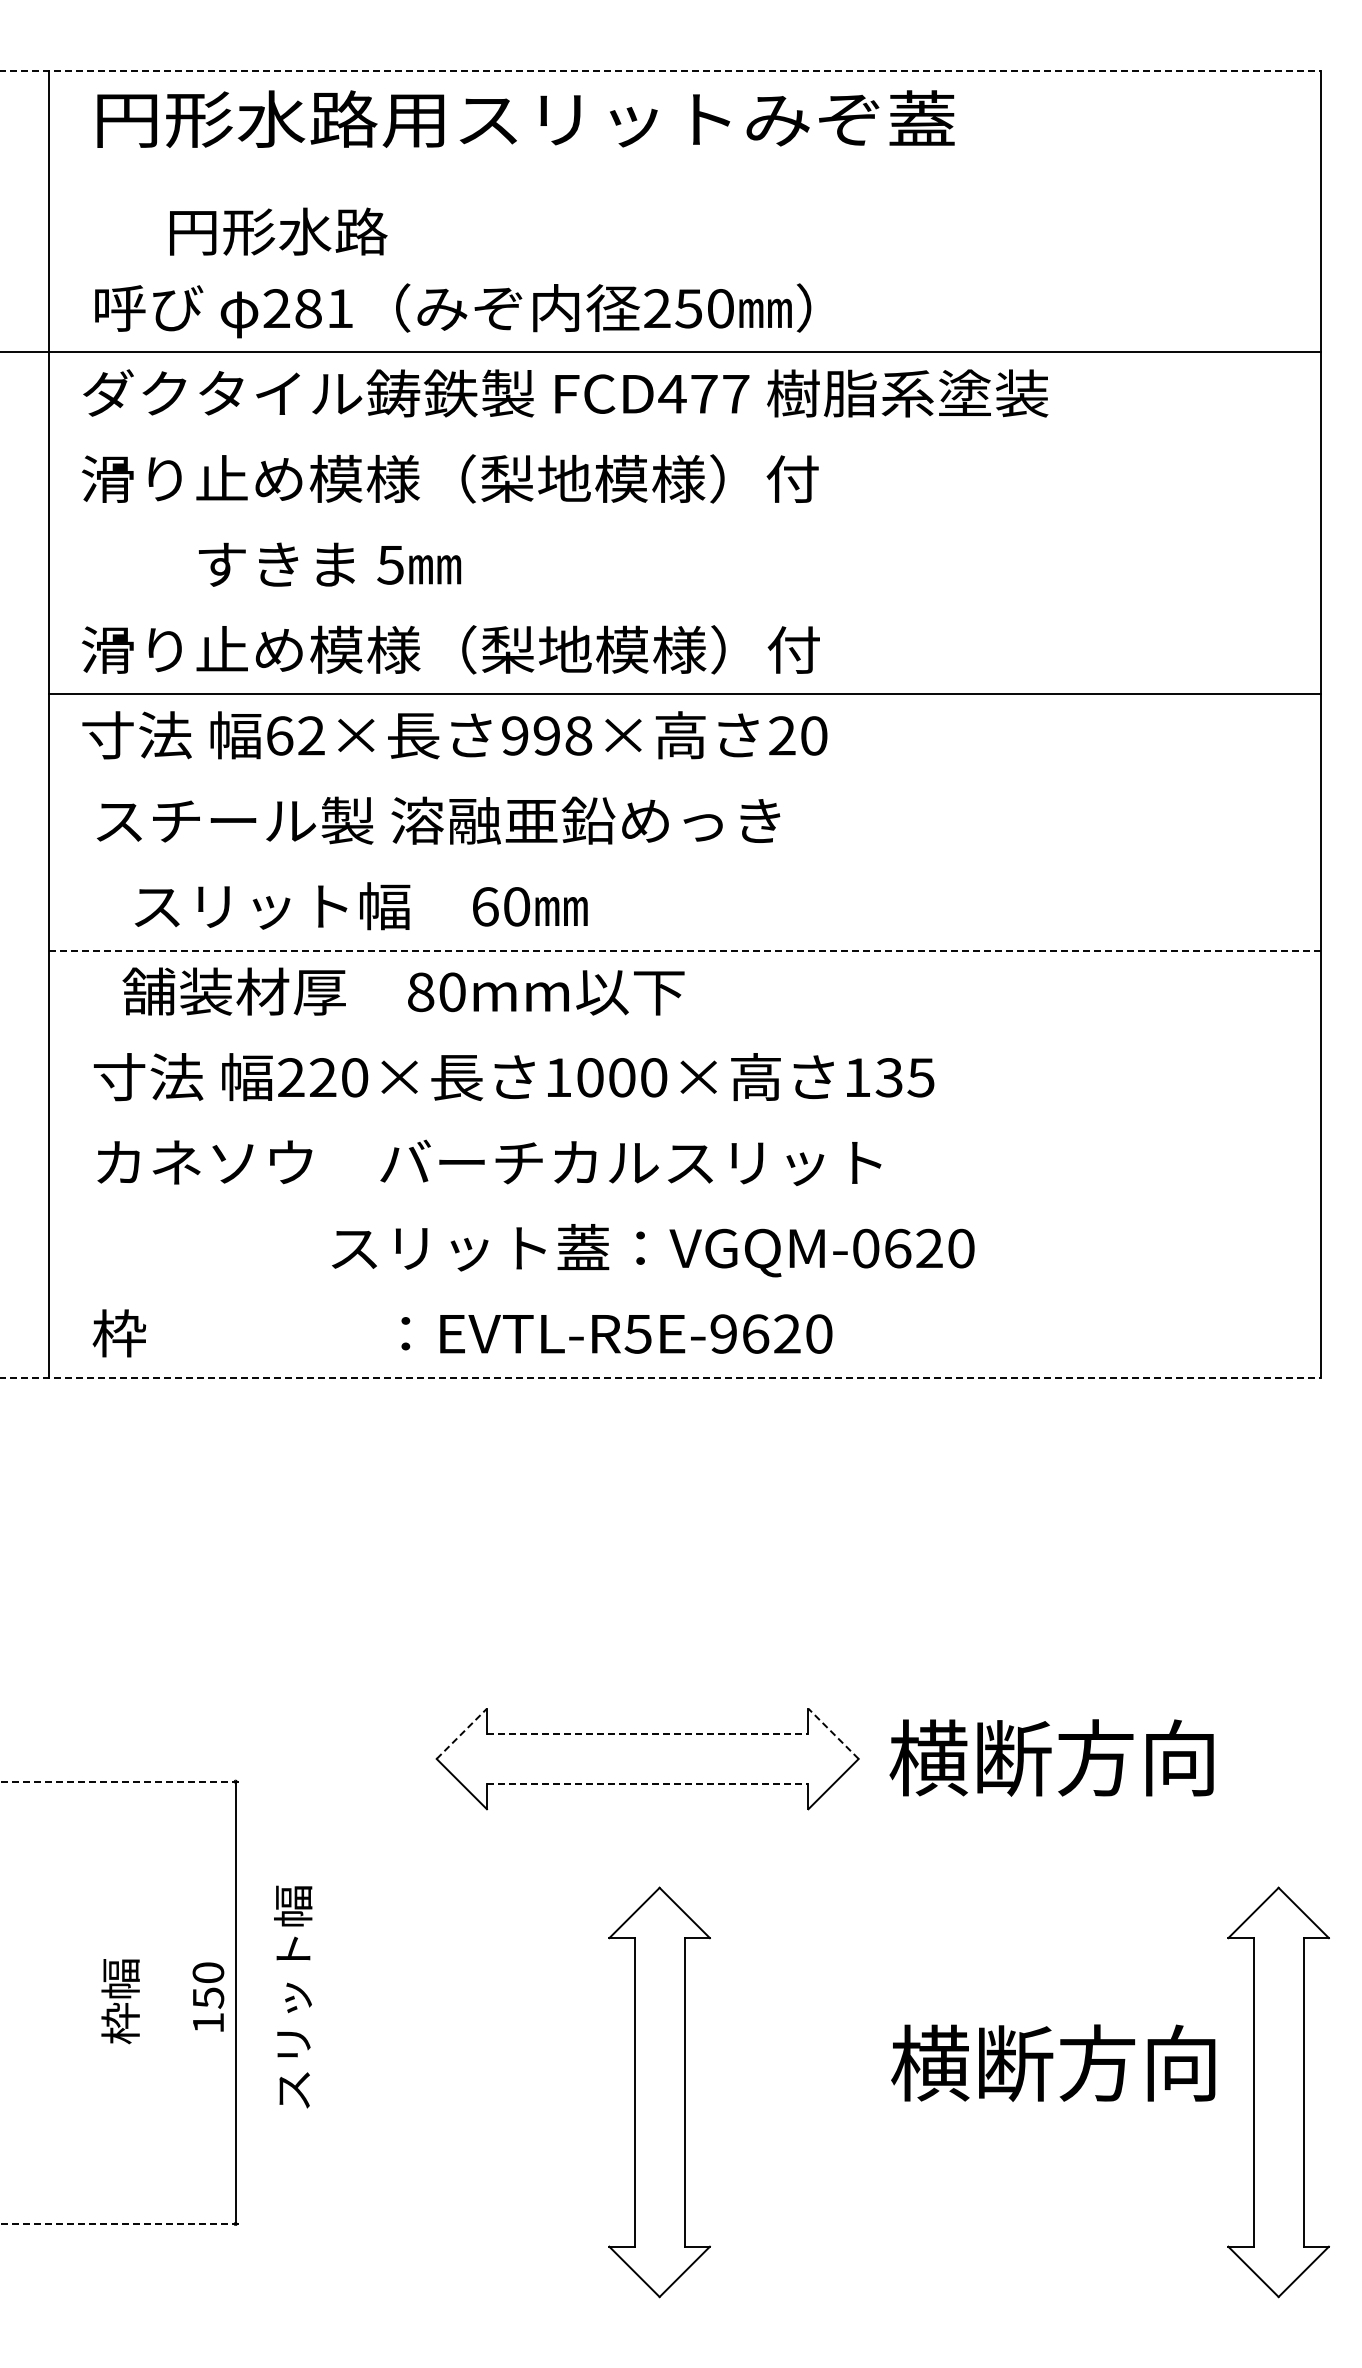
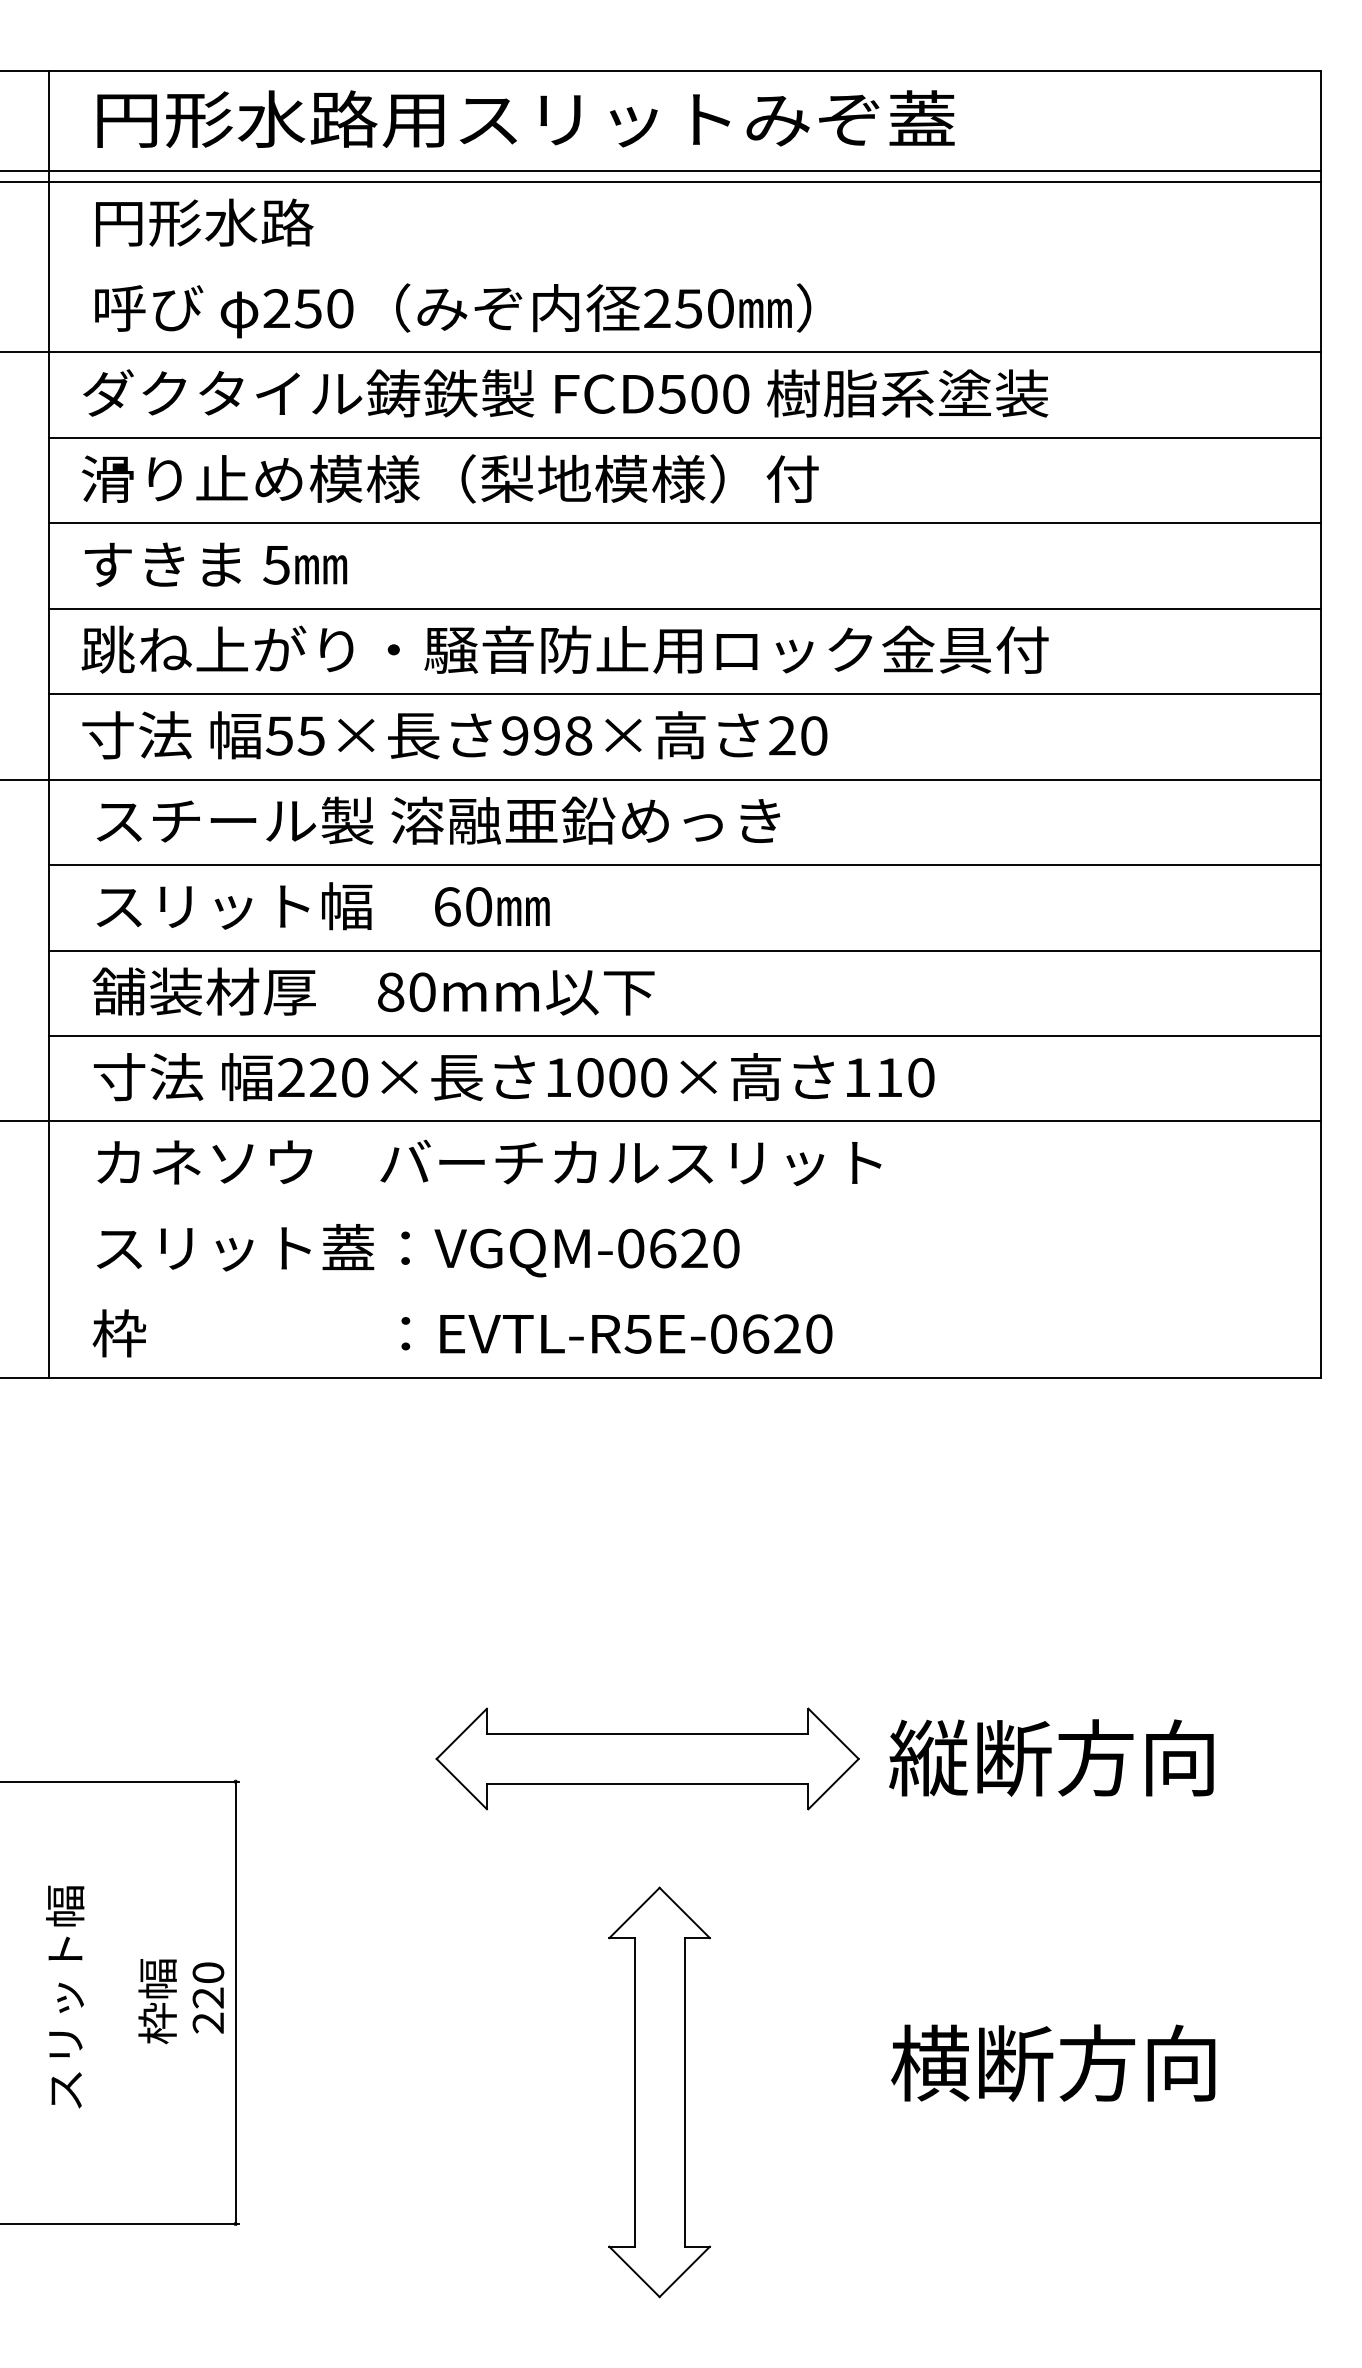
line at (661, 70): dashed -> solid
line at (661, 171): none -> present
line at (661, 181): none -> present
text at (278, 231) position: (278, 231) -> (204, 222)
text at (323, 308): 281 -> 250
text at (703, 393): FCD477 -> FCD500
line at (685, 437): none -> present
line at (685, 523): none -> present
text at (329, 564) position: (329, 564) -> (215, 564)
line at (685, 608): none -> present
text at (564, 649): 滑り止め模様（梨地模様）付 -> 跳ね上がり・騒音防止用ロック金具付
text at (294, 735): 62× -> 55×
line at (661, 779): none -> present
line at (685, 865): none -> present
text at (361, 906) position: (361, 906) -> (323, 906)
line at (685, 950): dashed -> solid
text at (403, 991) position: (403, 991) -> (373, 991)
line at (685, 1036): none -> present
text at (904, 1077): 135 -> 110
line at (661, 1121): none -> present
text at (653, 1250) position: (653, 1250) -> (418, 1250)
text at (723, 1333): EVTL-R5E-9620 -> EVTL-R5E-0620
line at (661, 1377): dashed -> solid
line at (461, 1733): dashed -> solid
line at (647, 1733): dashed -> solid
line at (833, 1733): dashed -> solid
text at (928, 1757): 横断方向 -> 縦断方向
line at (119, 1781): dashed -> solid
line at (647, 1784): dashed -> solid
text at (293, 1996) position: (293, 1996) -> (65, 1996)
text at (120, 2001) position: (120, 2001) -> (157, 2001)
text at (208, 2010): 150 -> 220
part at (1278, 2092): present -> none
line at (119, 2224): dashed -> solid
